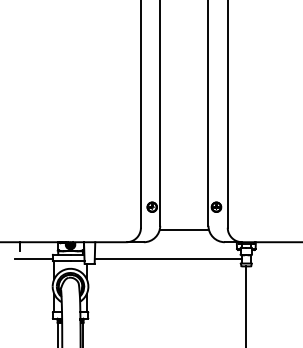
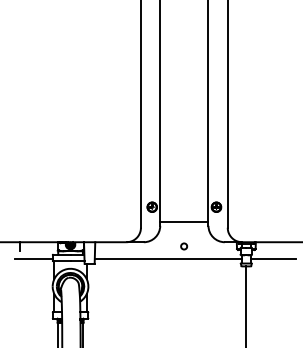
line at (184, 230) position: (184, 230) -> (184, 222)
circle at (184, 246): none -> present
line at (273, 258): none -> present
